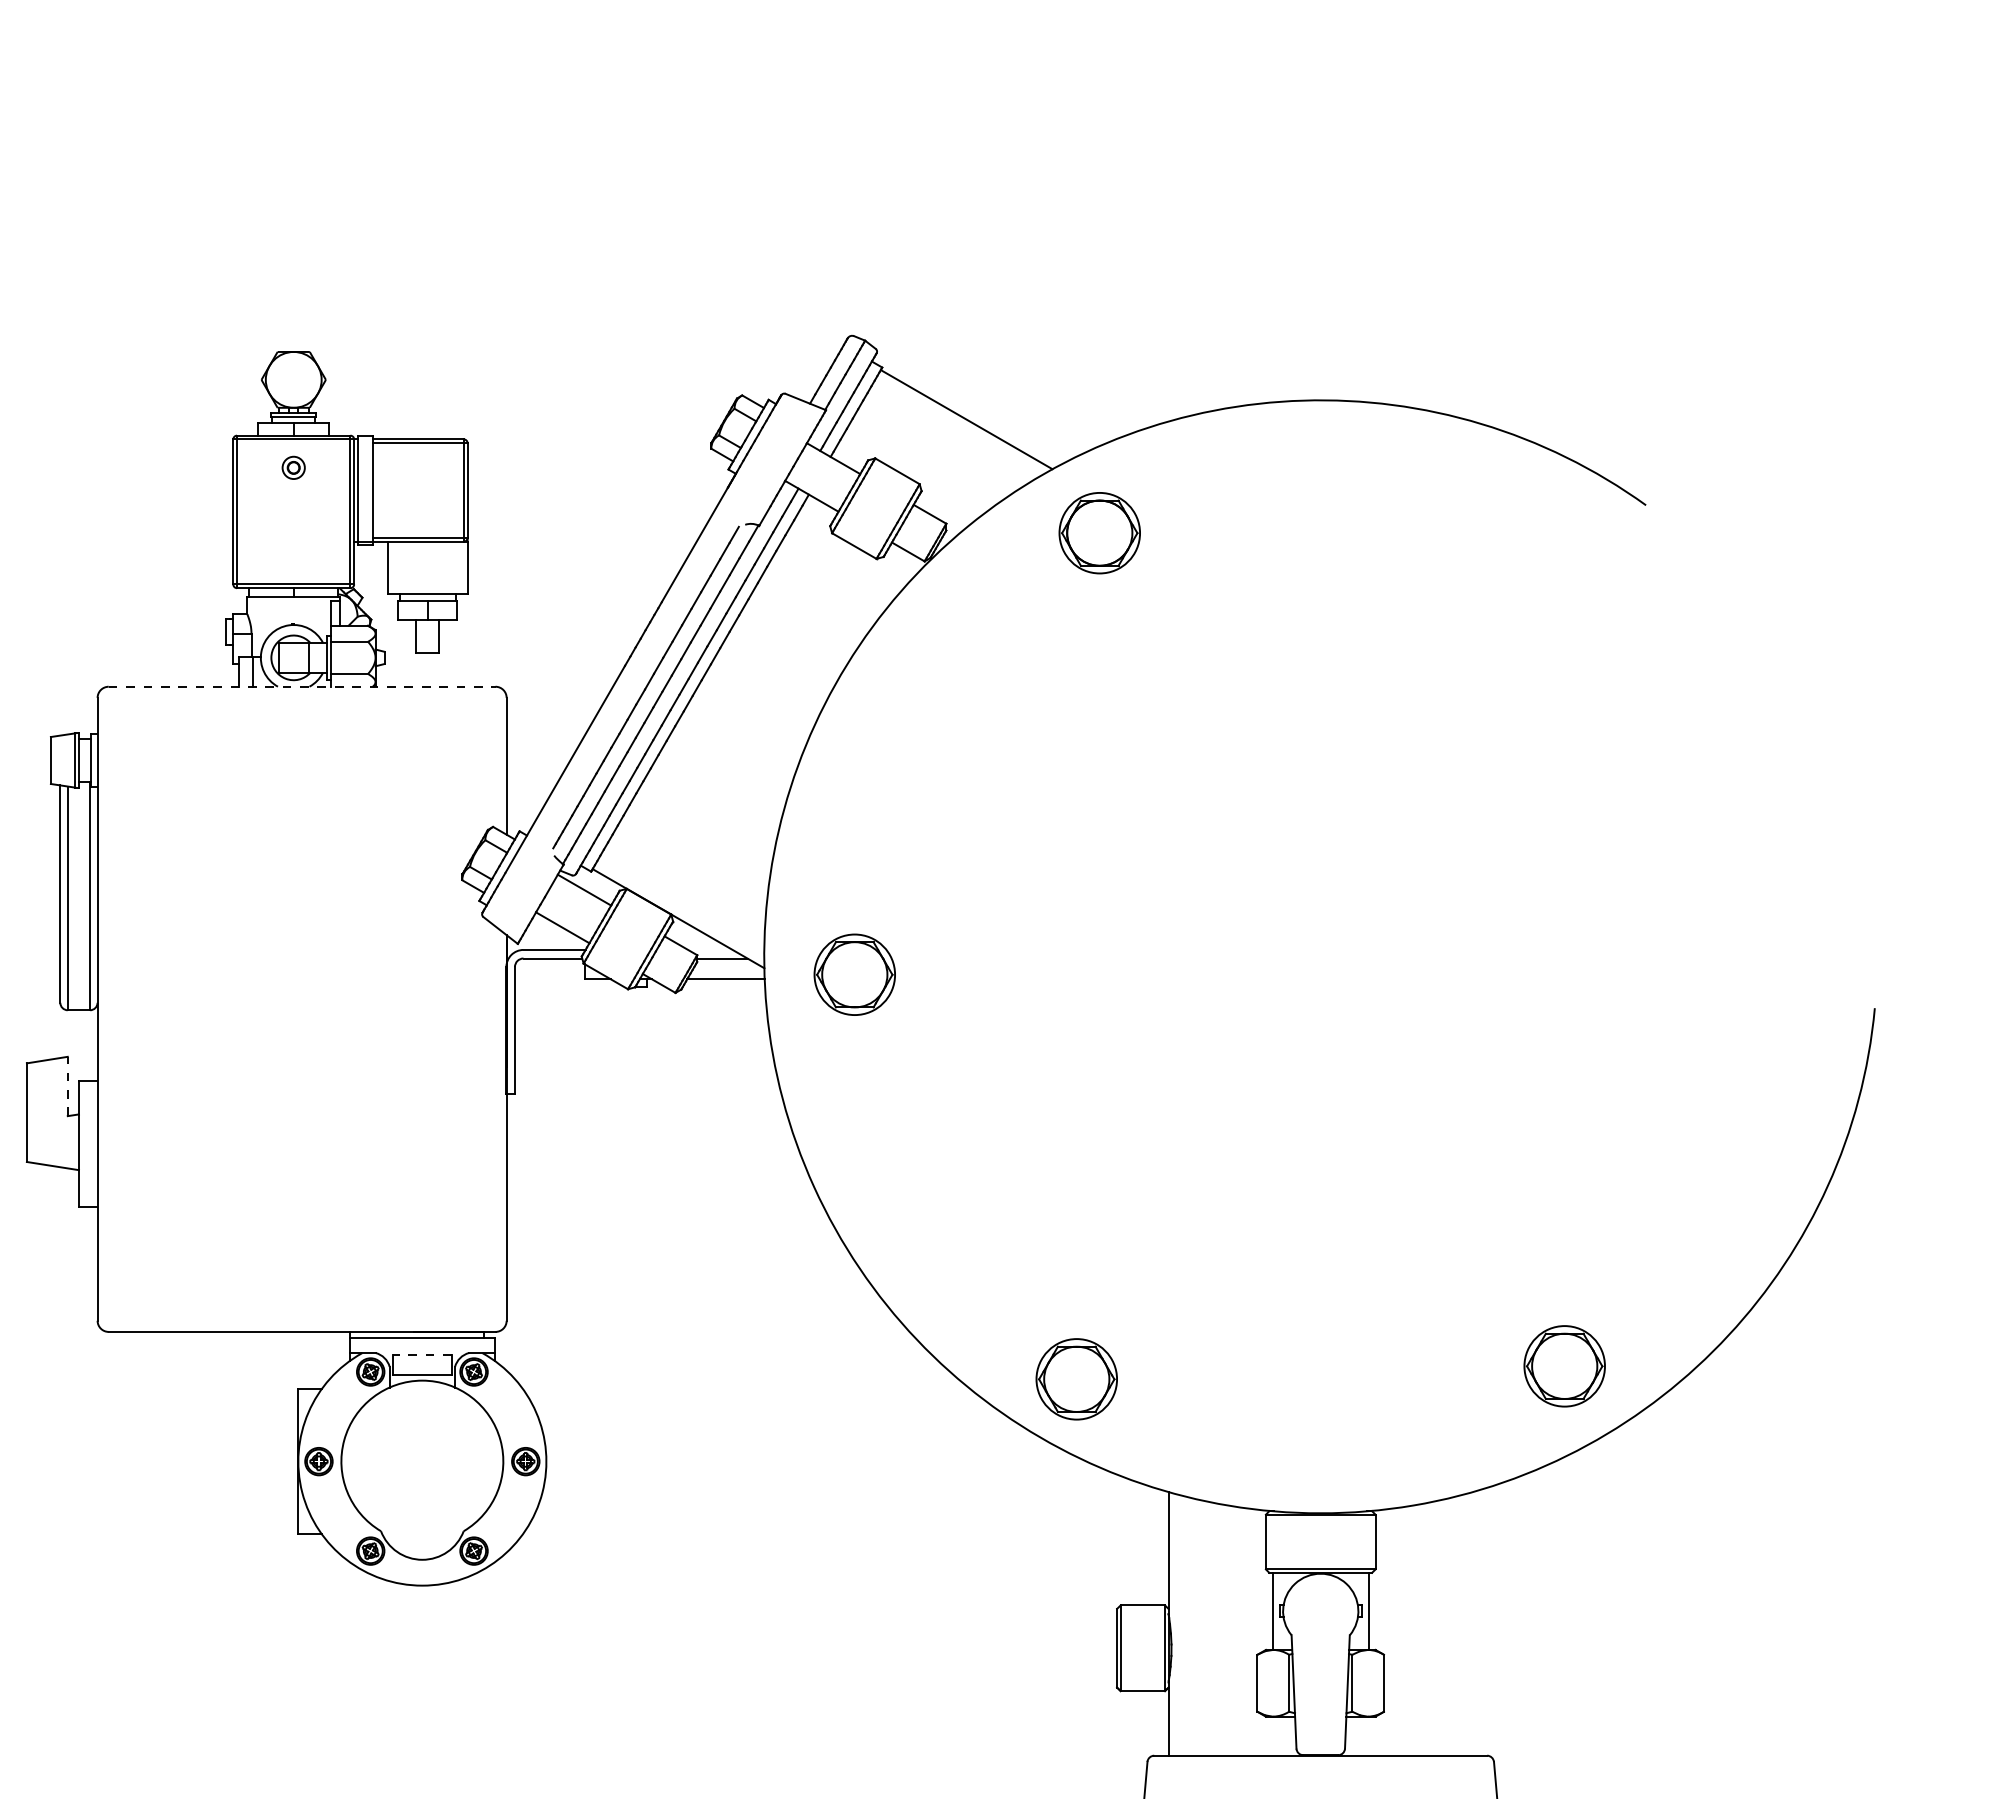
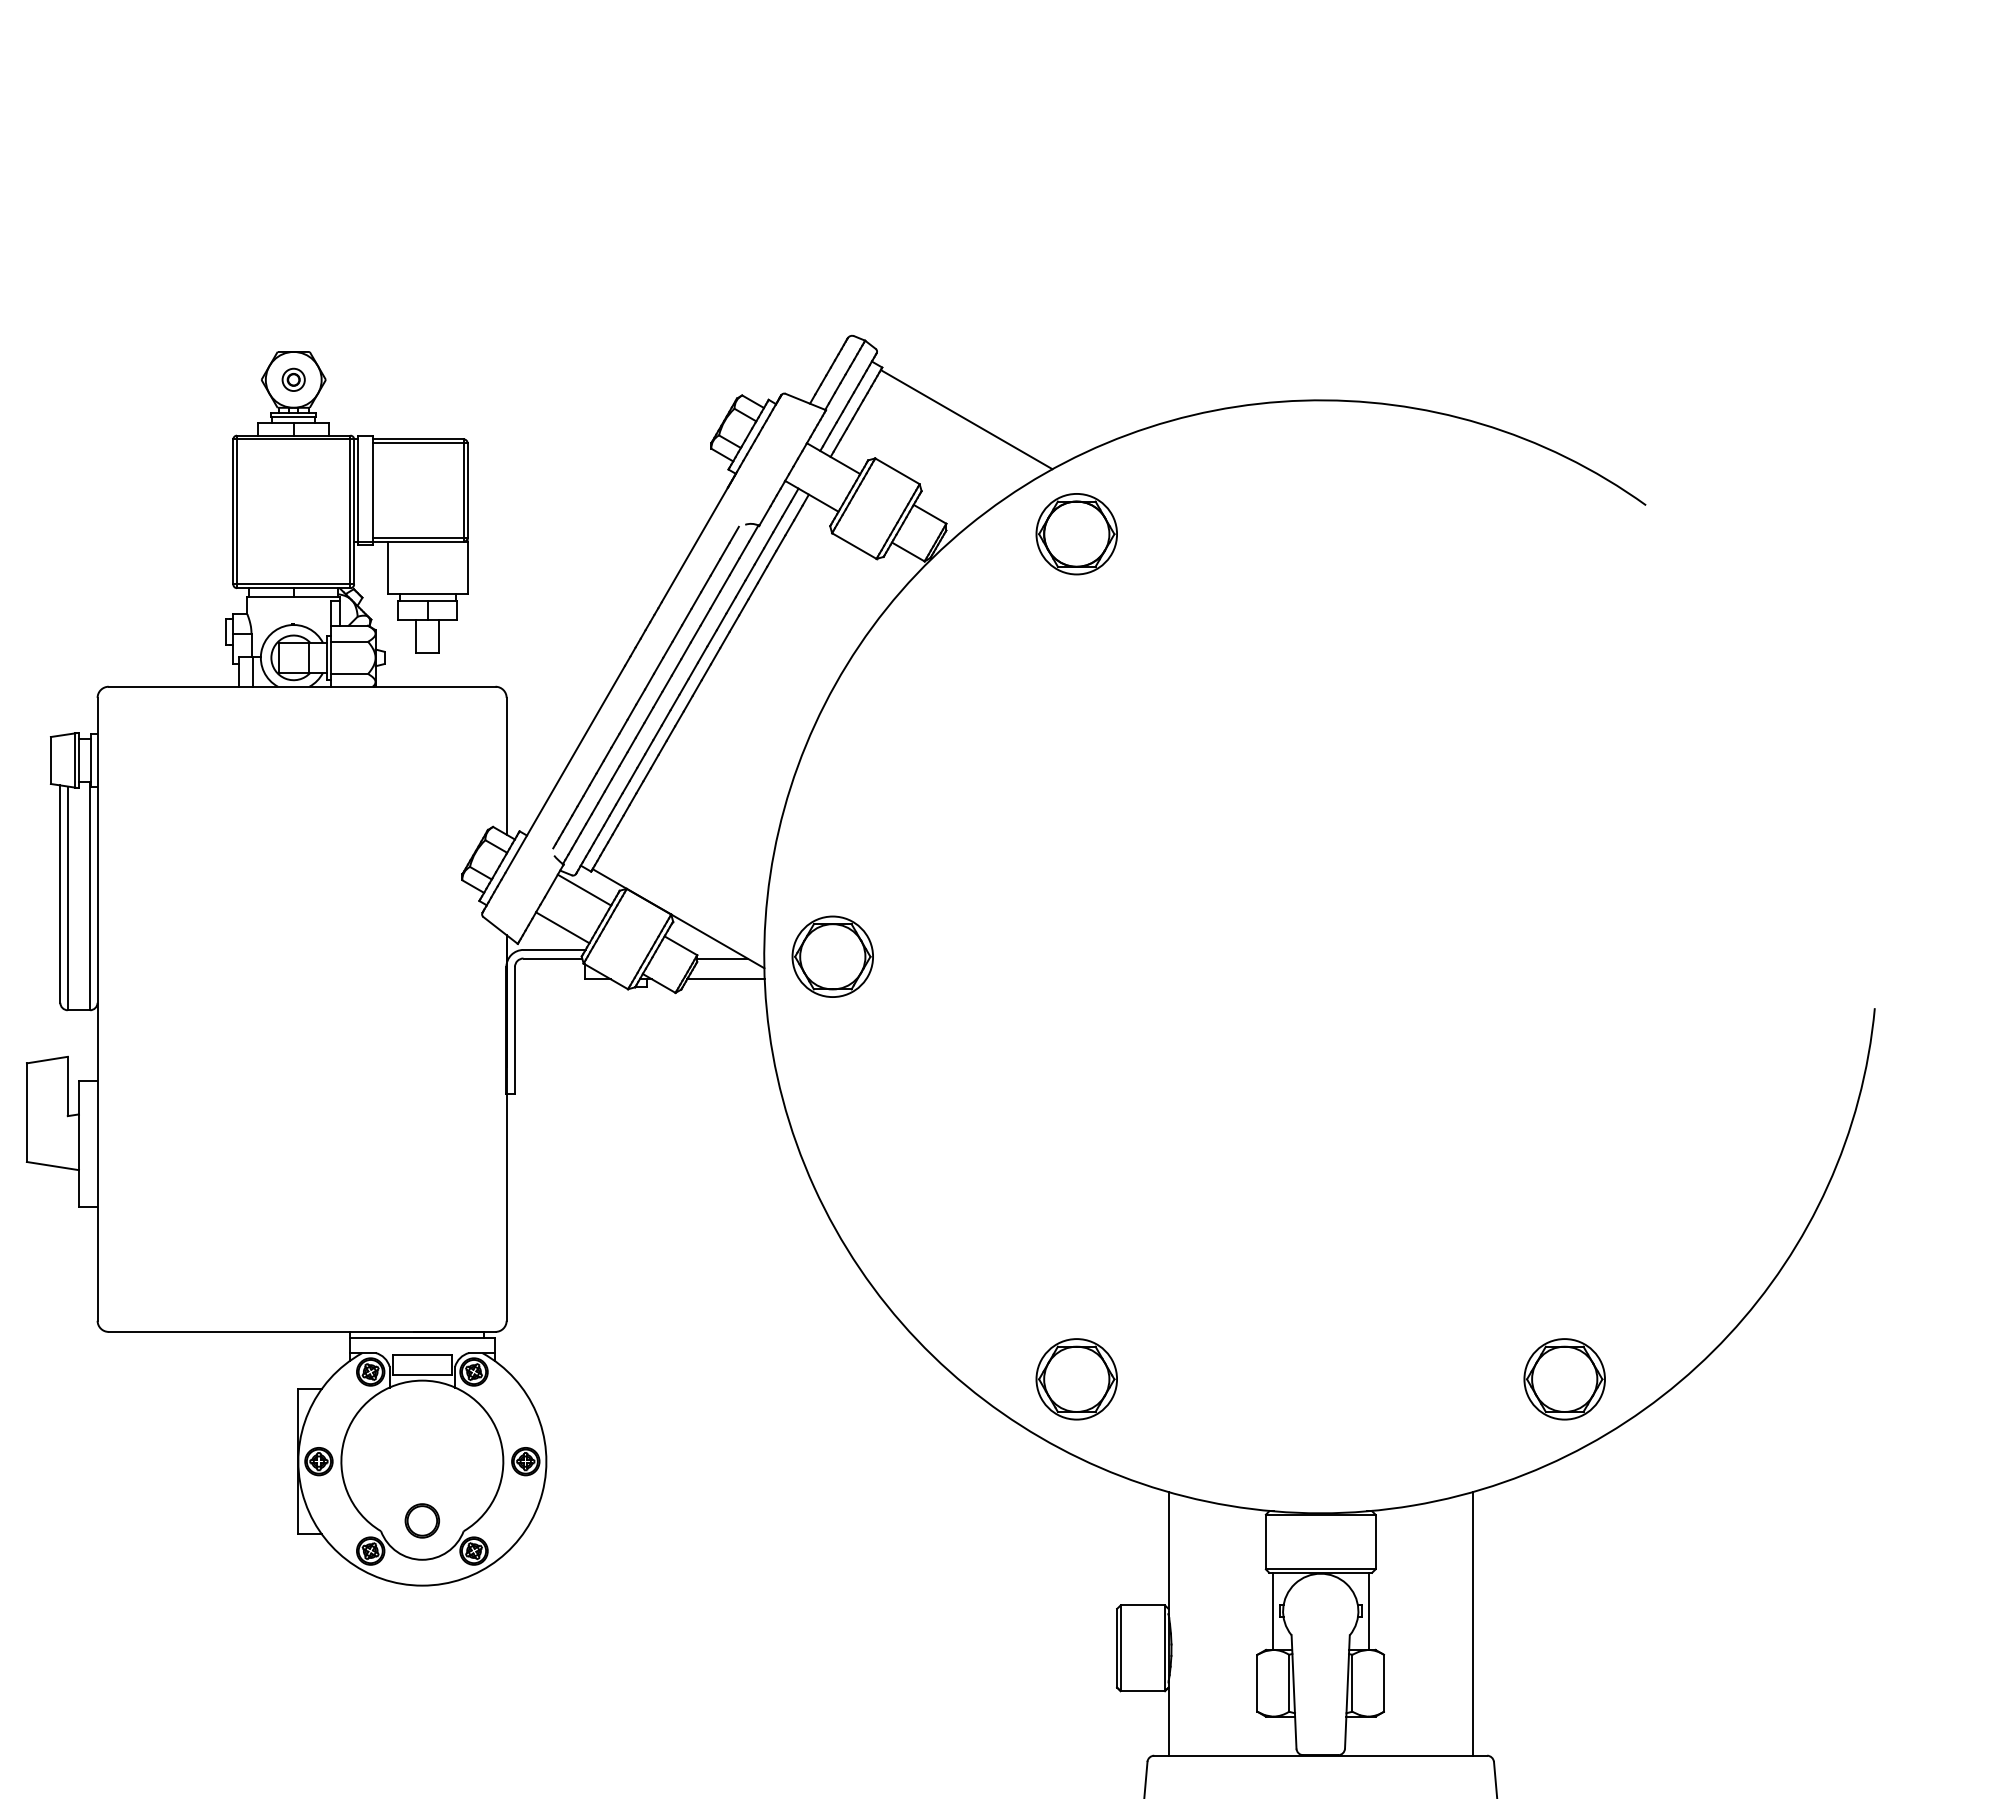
part at (293, 467) position: (293, 467) -> (293, 379)
part at (1099, 533) position: (1099, 533) -> (1076, 534)
line at (302, 686): dashed -> solid
part at (854, 974) position: (854, 974) -> (832, 956)
line at (67, 1086): dashed -> solid
line at (421, 1354): dashed -> solid
part at (1564, 1366) position: (1564, 1366) -> (1564, 1379)
part at (421, 1520): none -> present
line at (1472, 1623): none -> present
